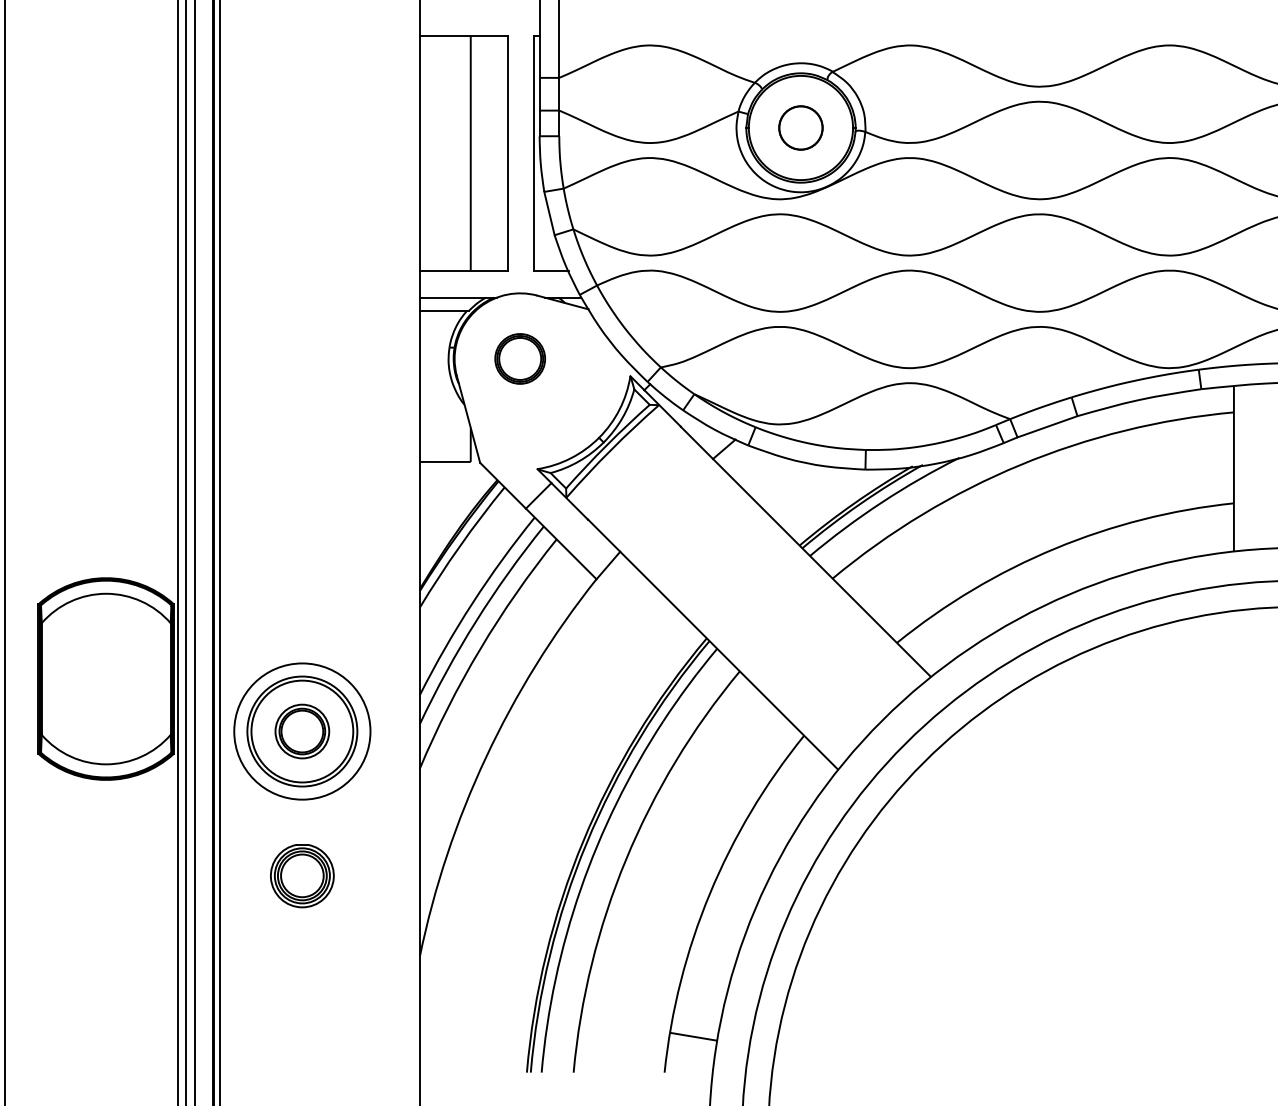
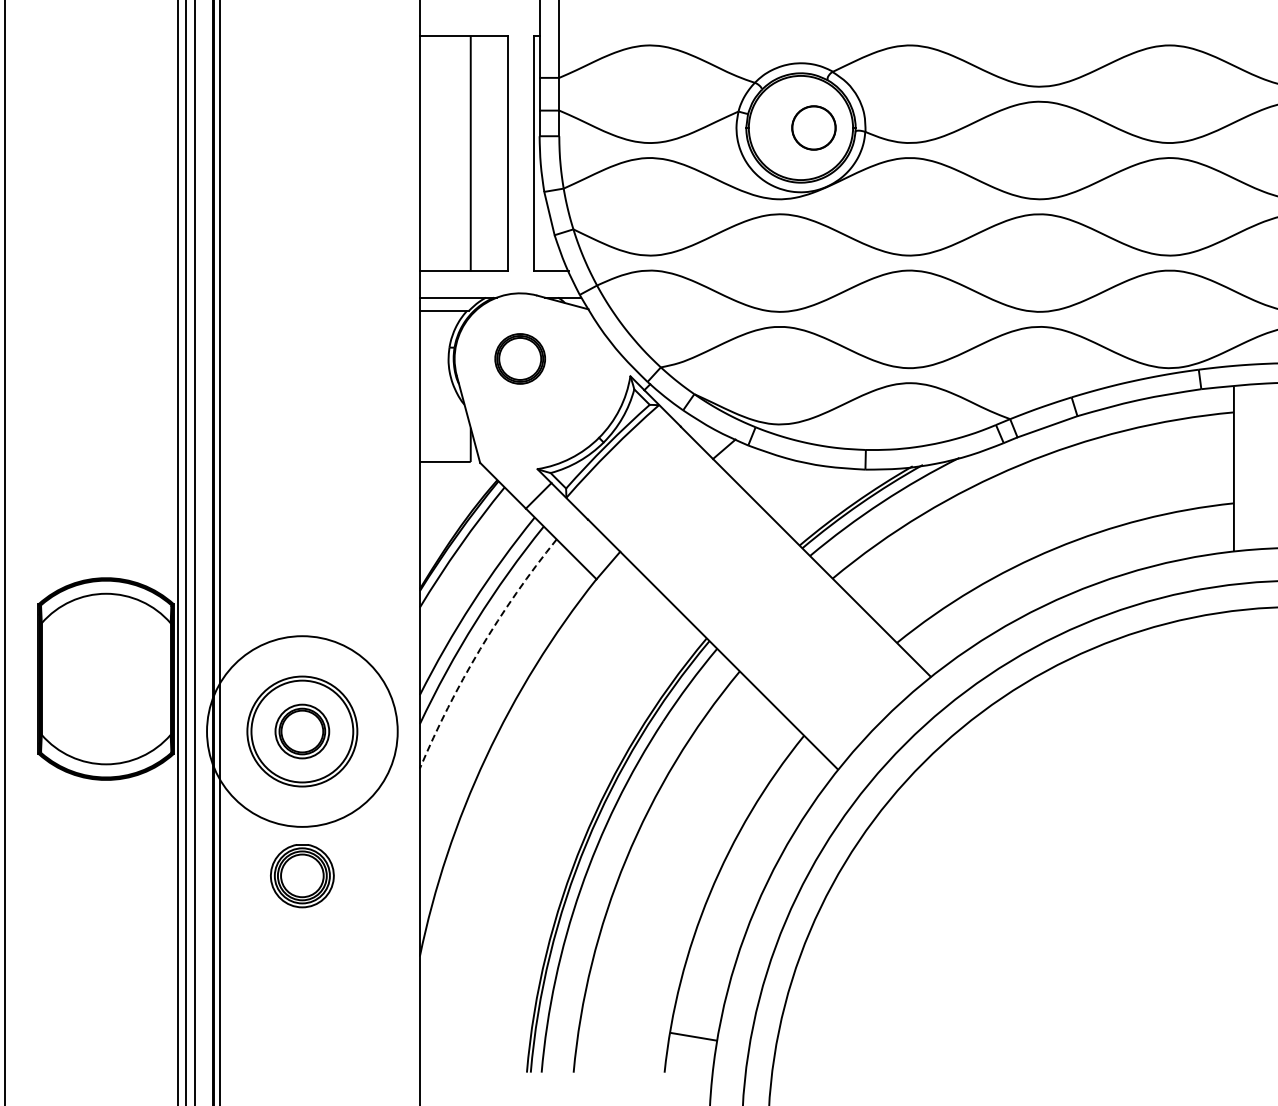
part at (800, 127) position: (800, 127) -> (813, 127)
arc at (480, 649): solid -> dashed
circle at (302, 731) diameter: 136 px -> 191 px
